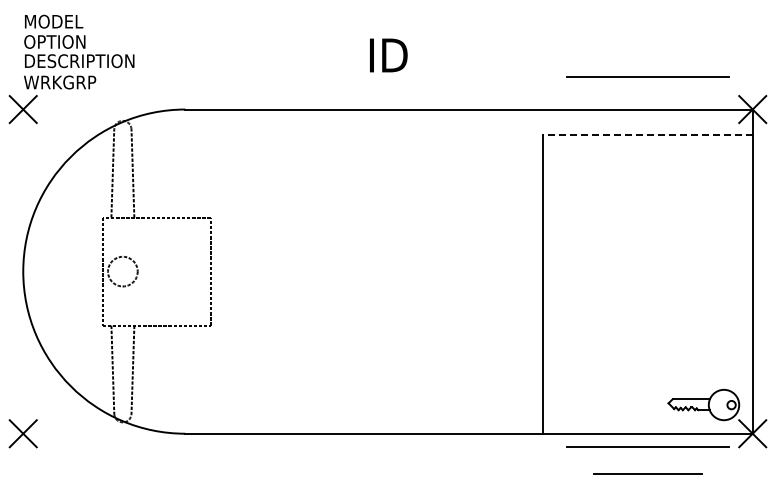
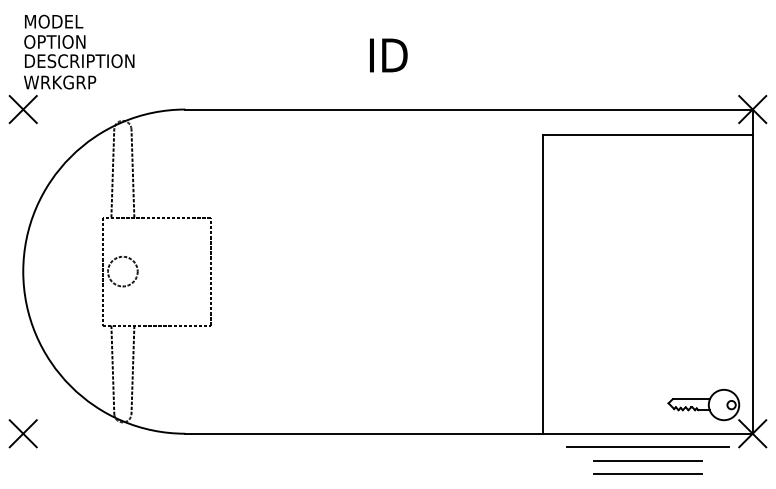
line at (647, 76): present -> none
line at (648, 134): dashed -> solid
line at (647, 460): none -> present
